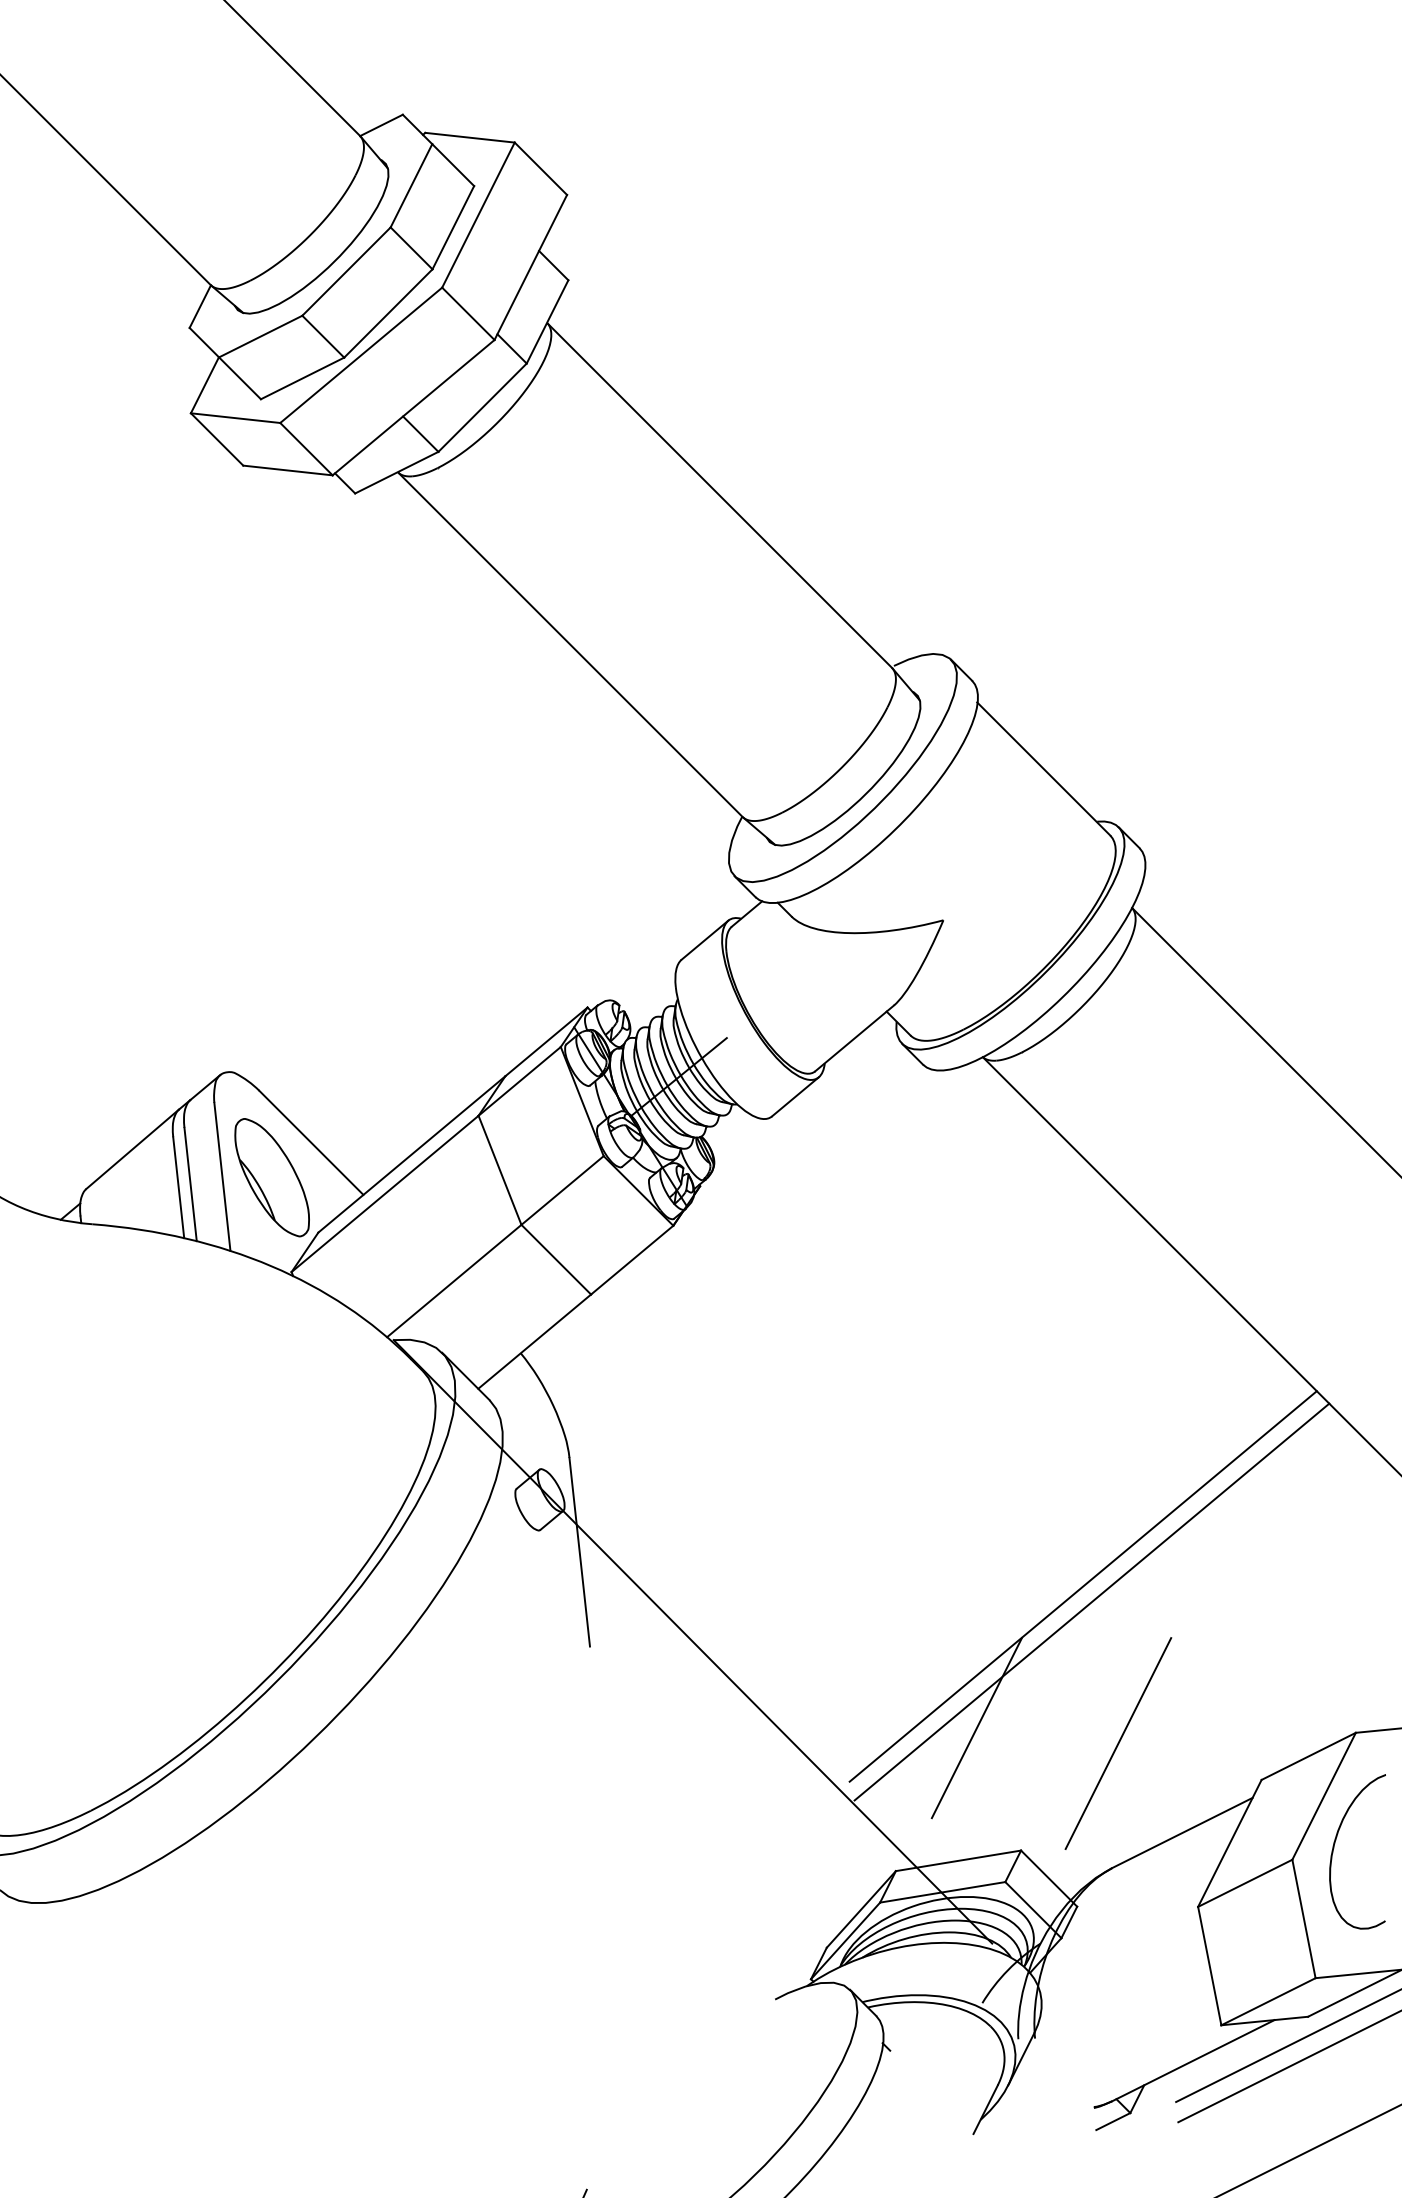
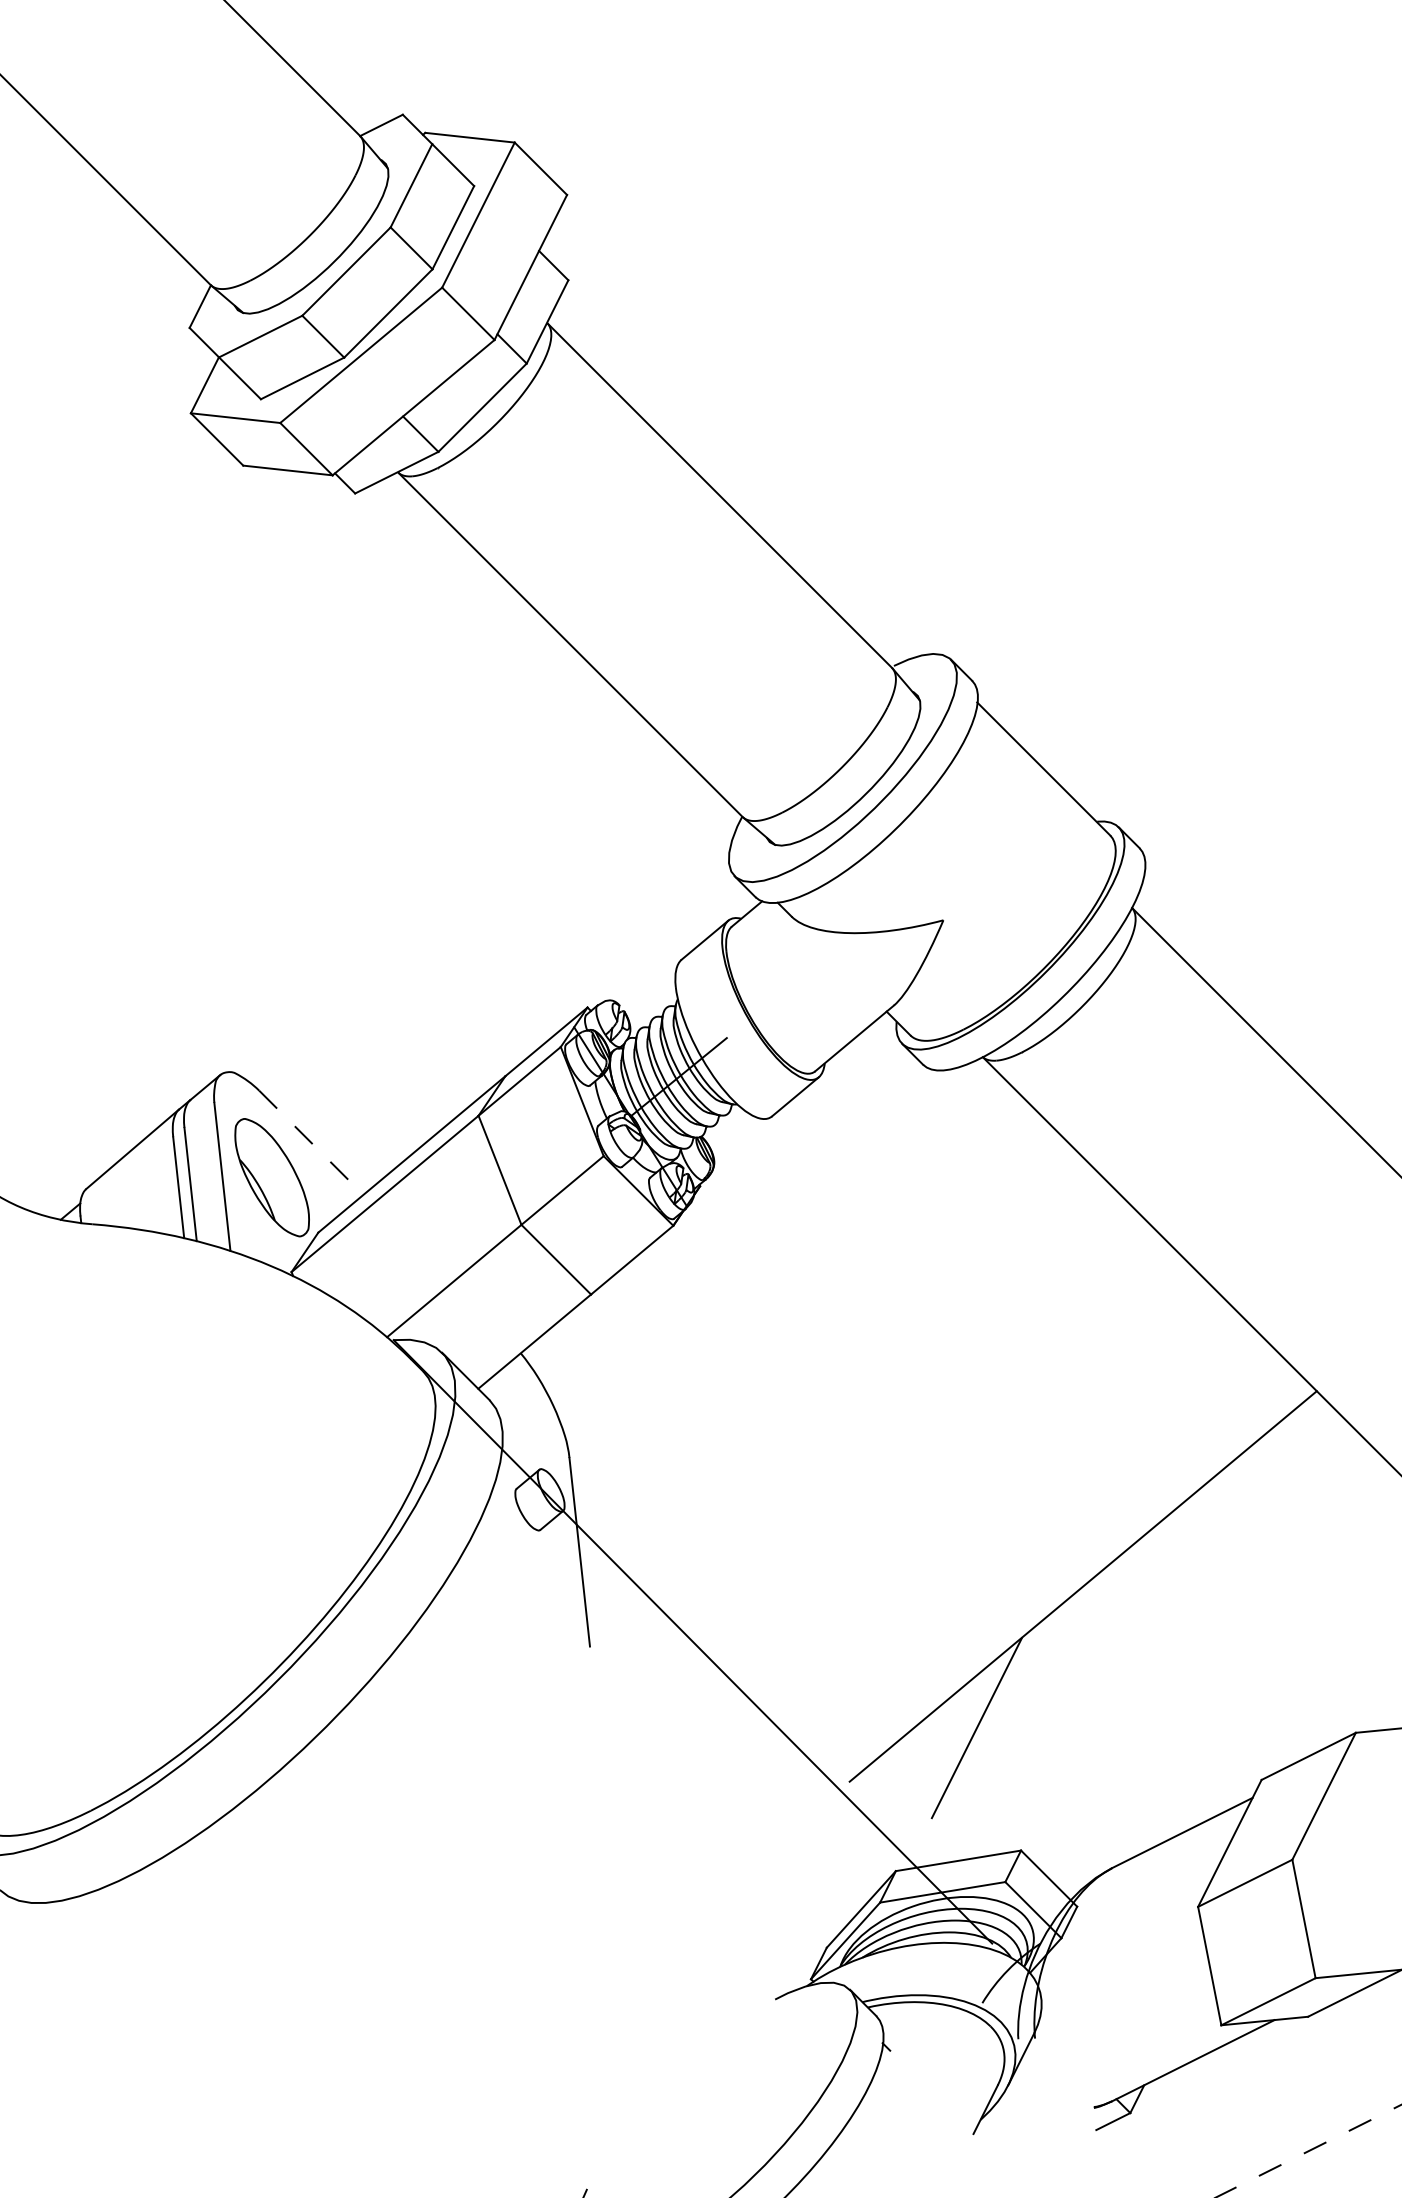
line at (311, 1142): solid -> dashed
line at (1091, 1601): present -> none
line at (1118, 1743): present -> none
curve at (1334, 1848): present -> none
line at (1287, 2046): present -> none
line at (1288, 2067): present -> none
line at (1308, 2151): solid -> dashed
